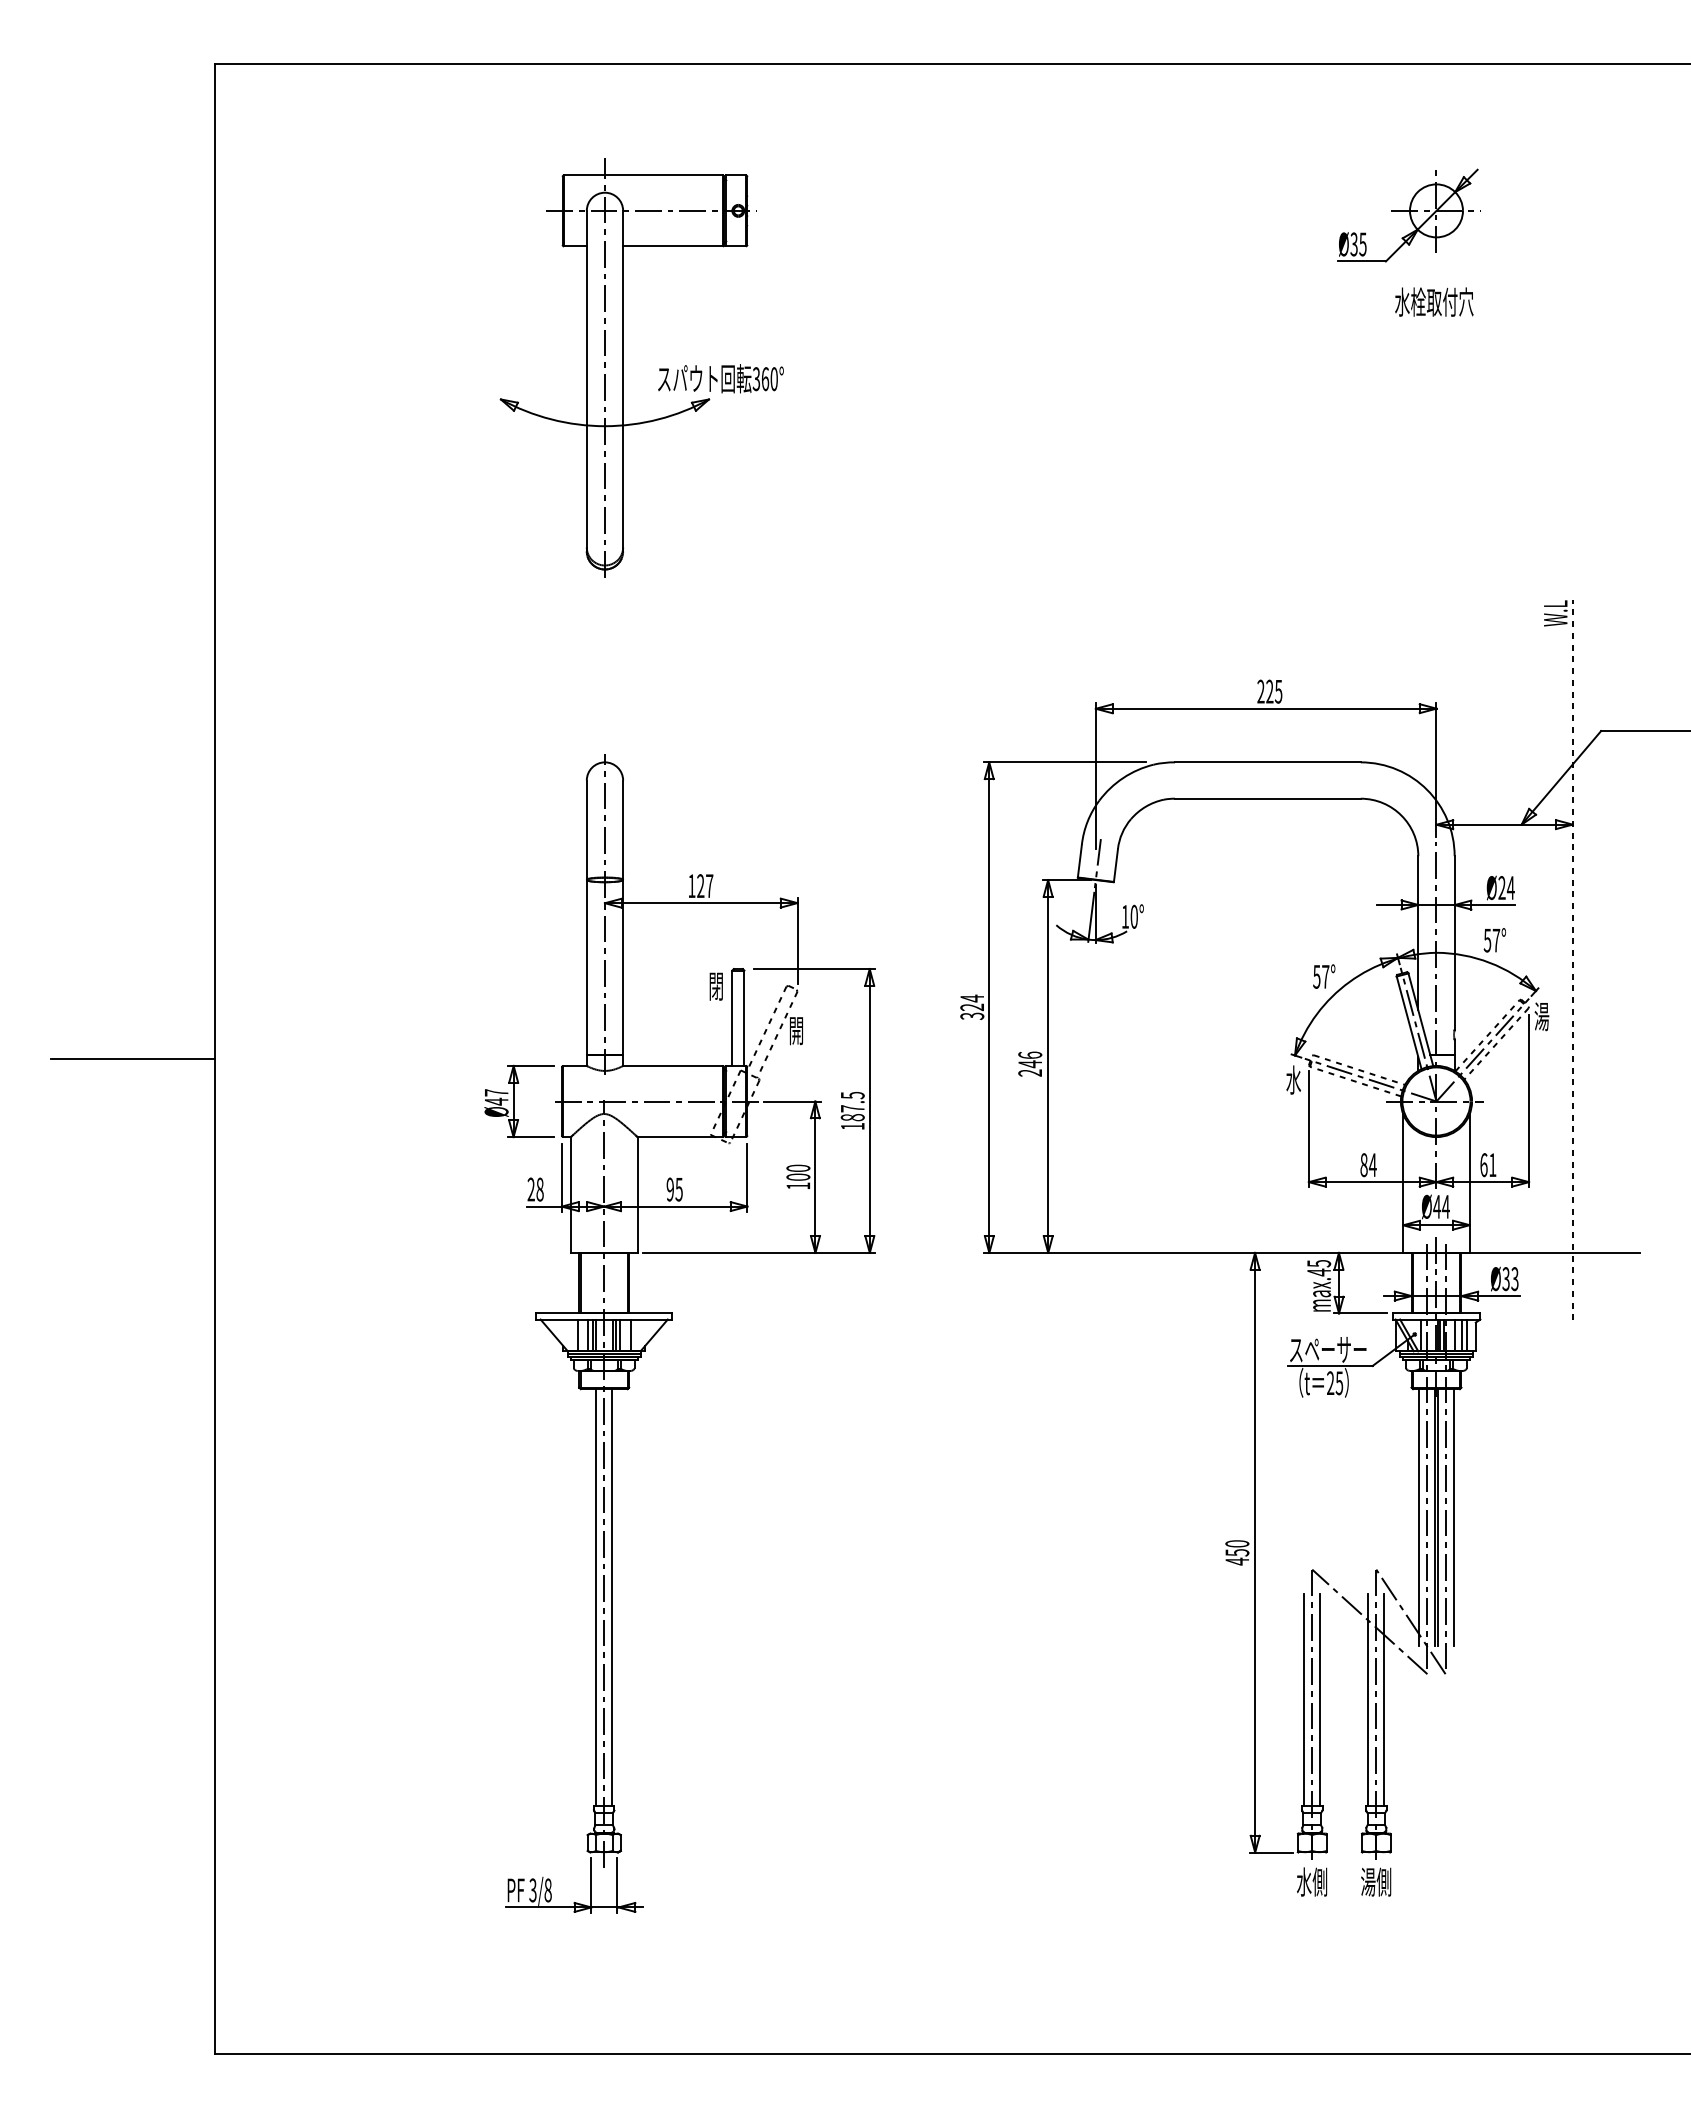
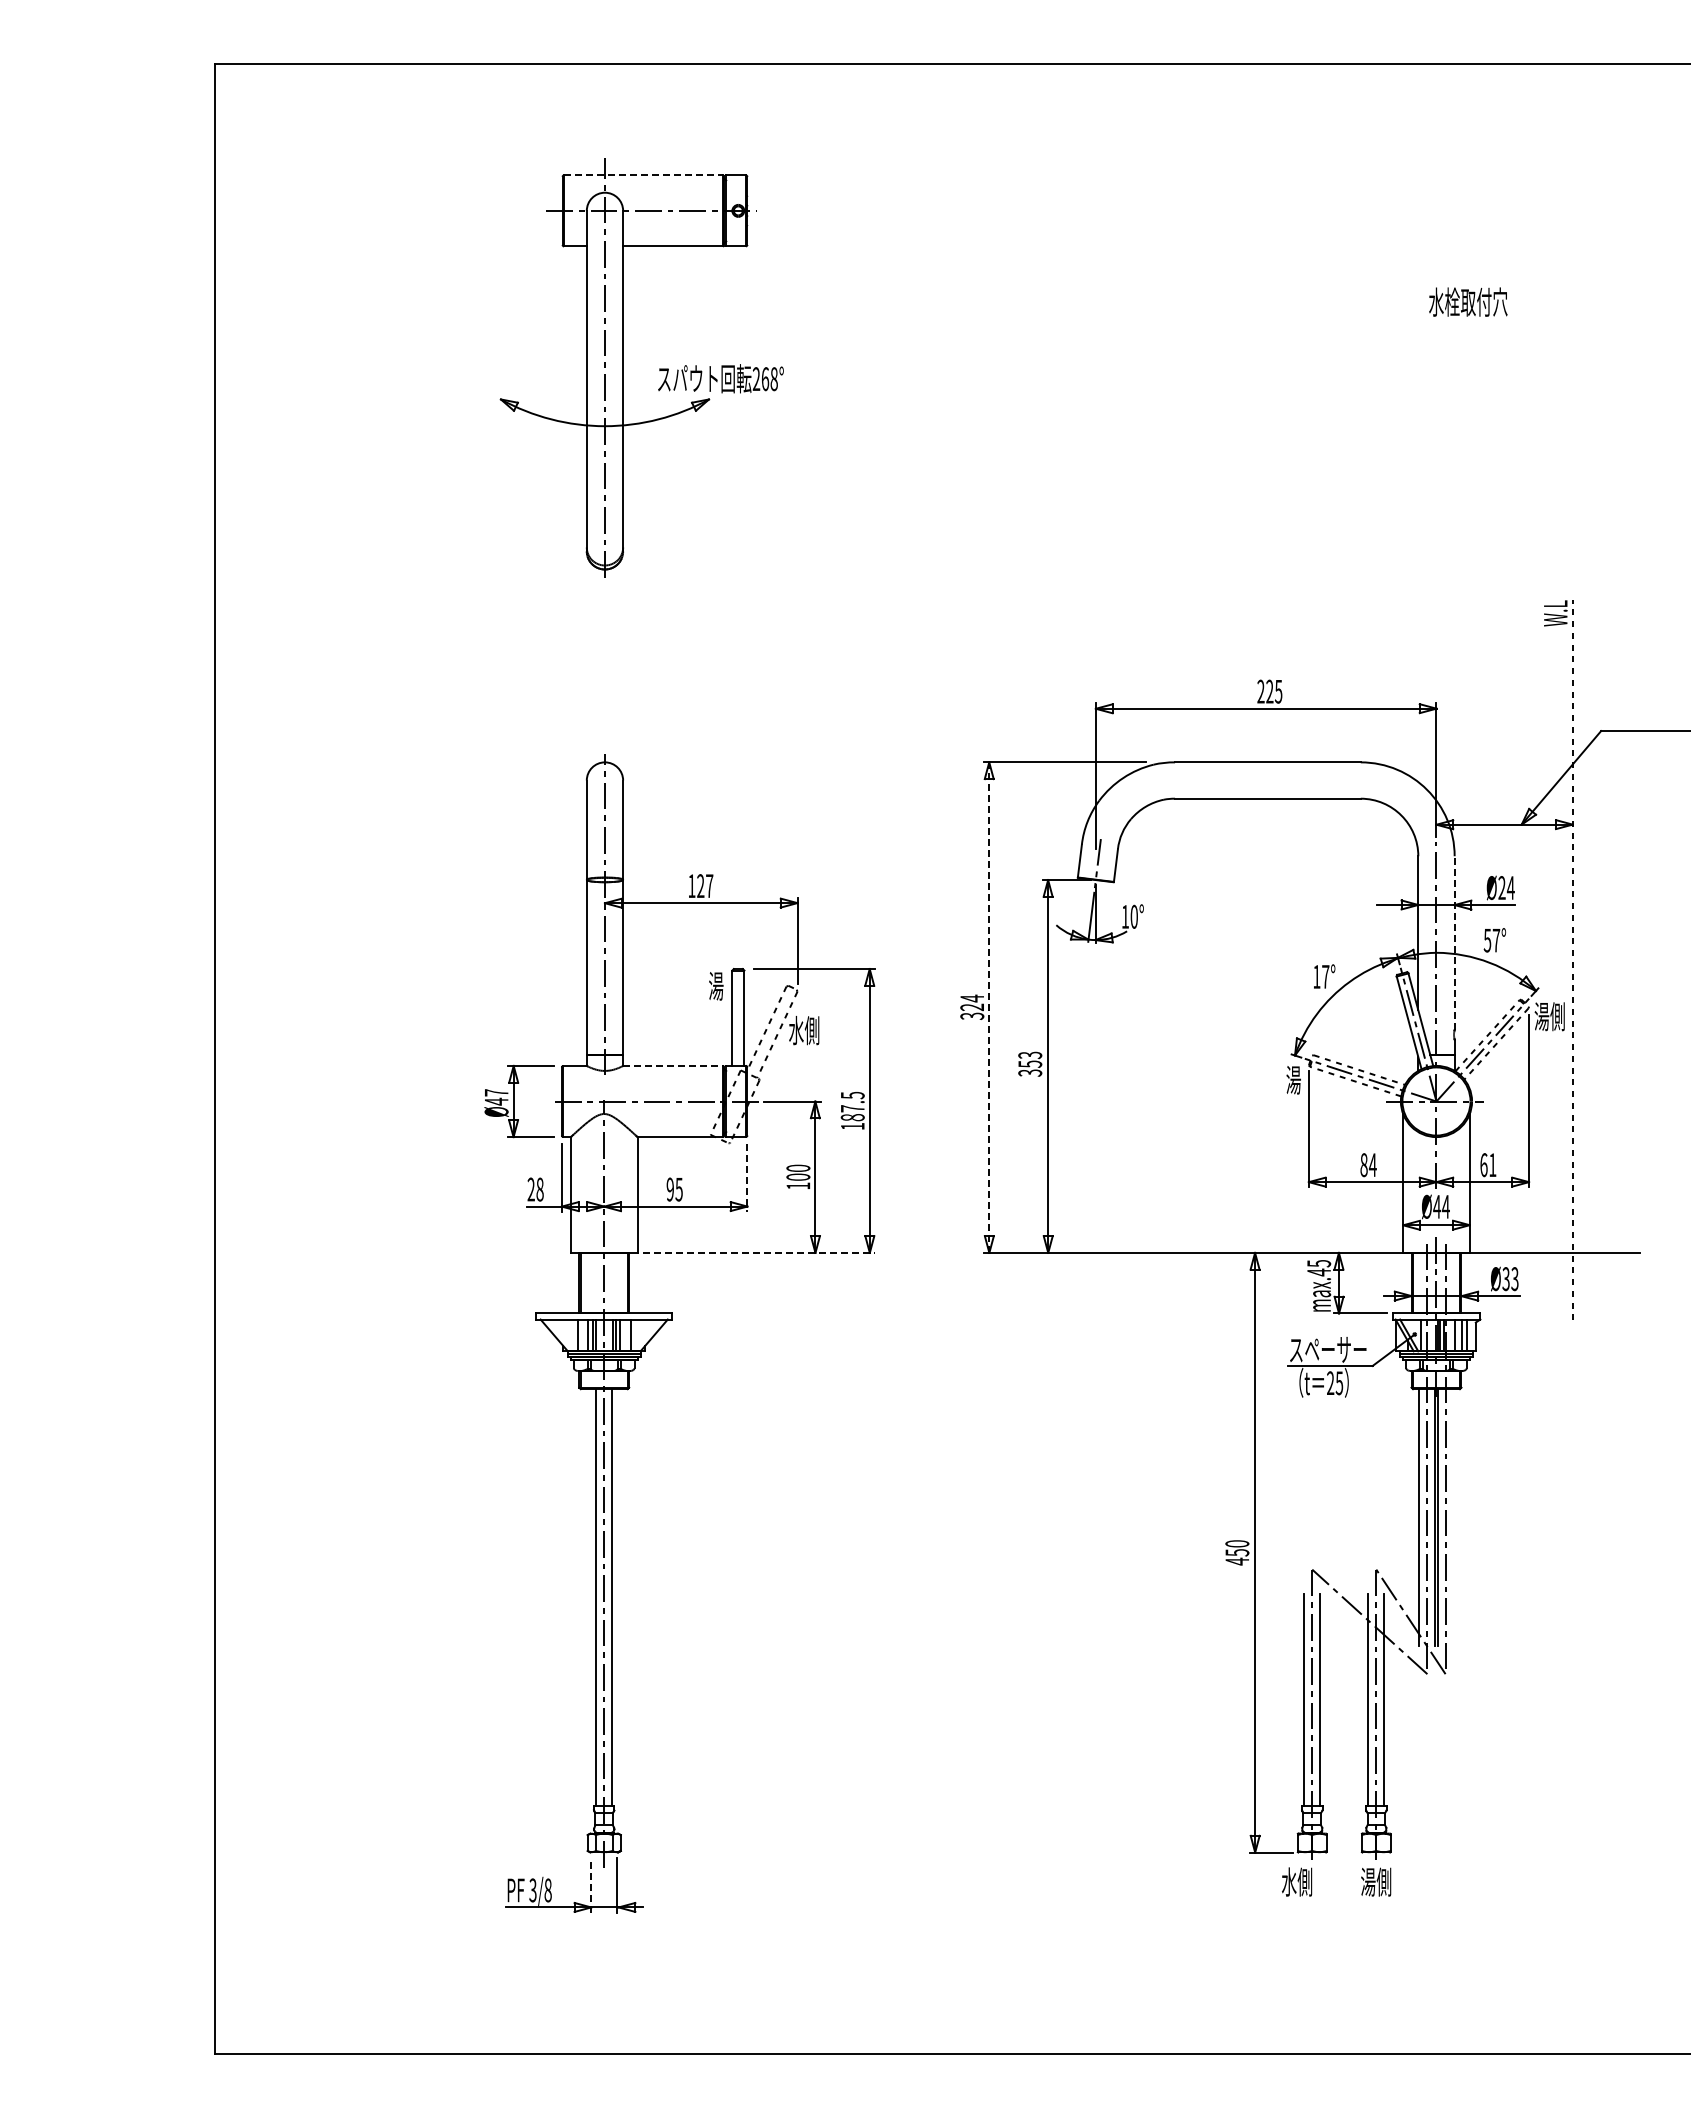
line at (644, 175): solid -> dashed
part at (1408, 215): present -> none
text at (1434, 301) position: (1434, 301) -> (1468, 301)
text at (764, 379): 360° -> 268°
line at (1454, 943): solid -> dashed
text at (1316, 976): 57° -> 17°
text at (716, 986): 閉 -> 湯
line at (989, 1008): solid -> dashed
text at (1557, 1016): 湯 -> 湯側
text at (804, 1030): 開 -> 水側
line at (132, 1058): present -> none
text at (1030, 1063): 246 -> 353
line at (673, 1065): solid -> dashed
text at (1293, 1079): 水 -> 湯
line at (747, 1178): solid -> dashed
line at (759, 1252): solid -> dashed
line at (1453, 1517): present -> none
text at (1312, 1881) position: (1312, 1881) -> (1297, 1881)
line at (591, 1885): solid -> dashed
